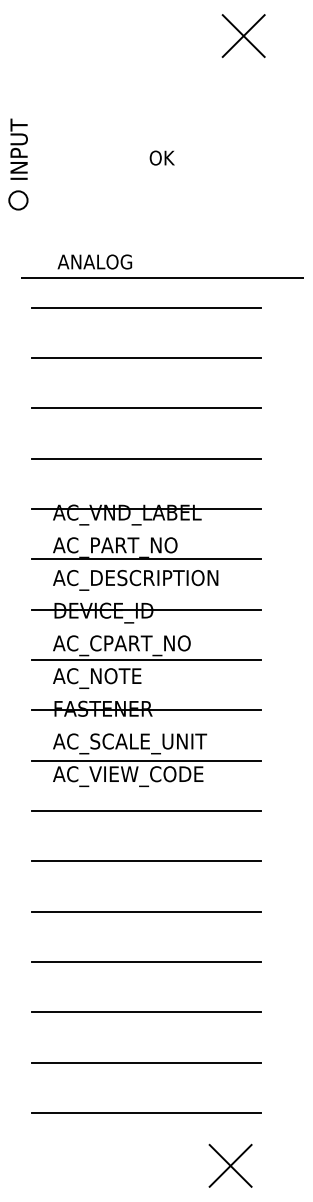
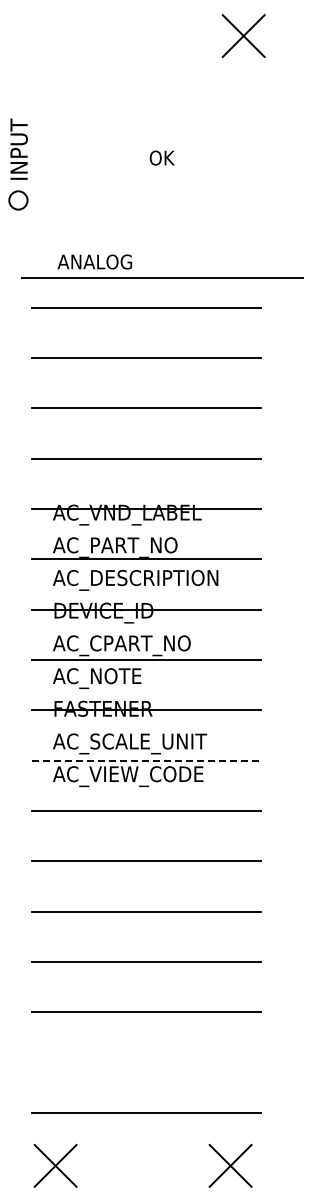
line at (147, 760): solid -> dashed
line at (146, 1062): present -> none
part at (55, 1165): none -> present
